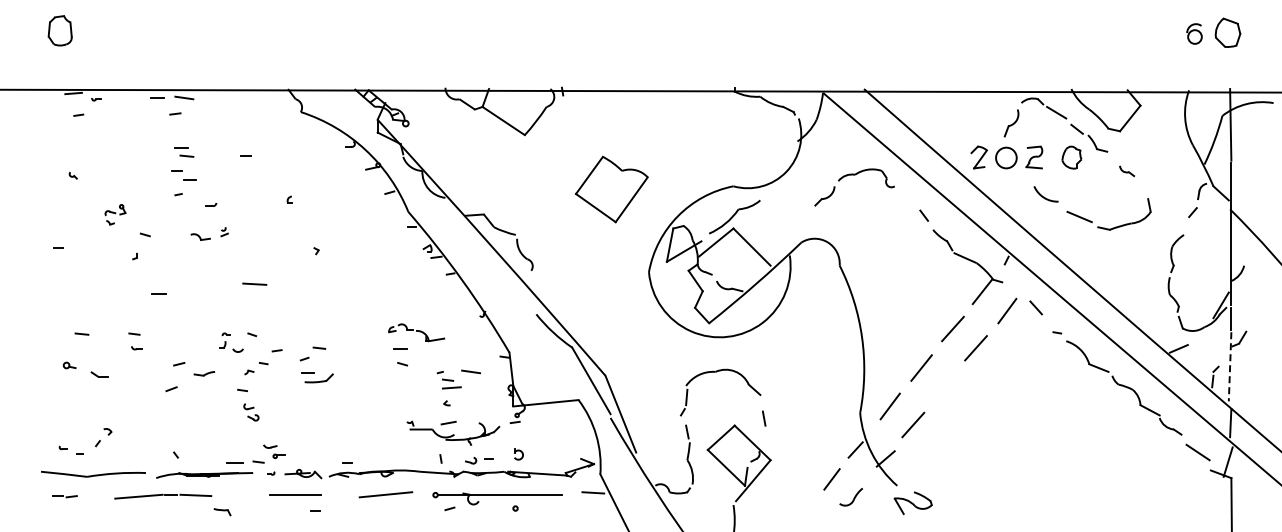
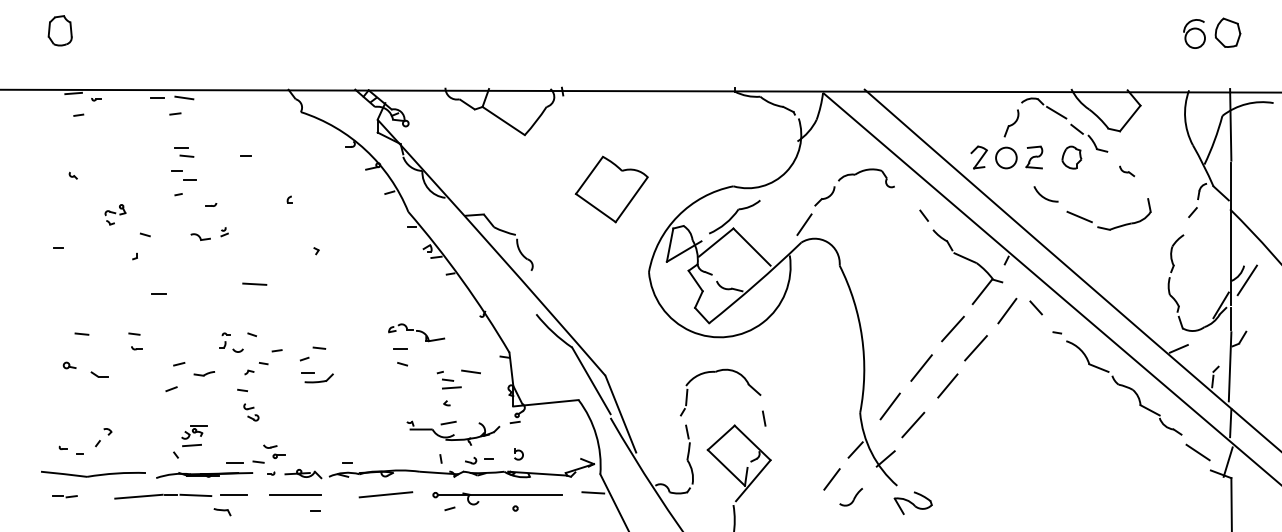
part at (1194, 33) size: 17x22 px -> 23x30 px
line at (804, 224): none -> present
line at (1246, 280): none -> present
line at (1230, 366): dashed -> solid
line at (947, 385): none -> present
part at (194, 436): none -> present
line at (233, 494): none -> present
